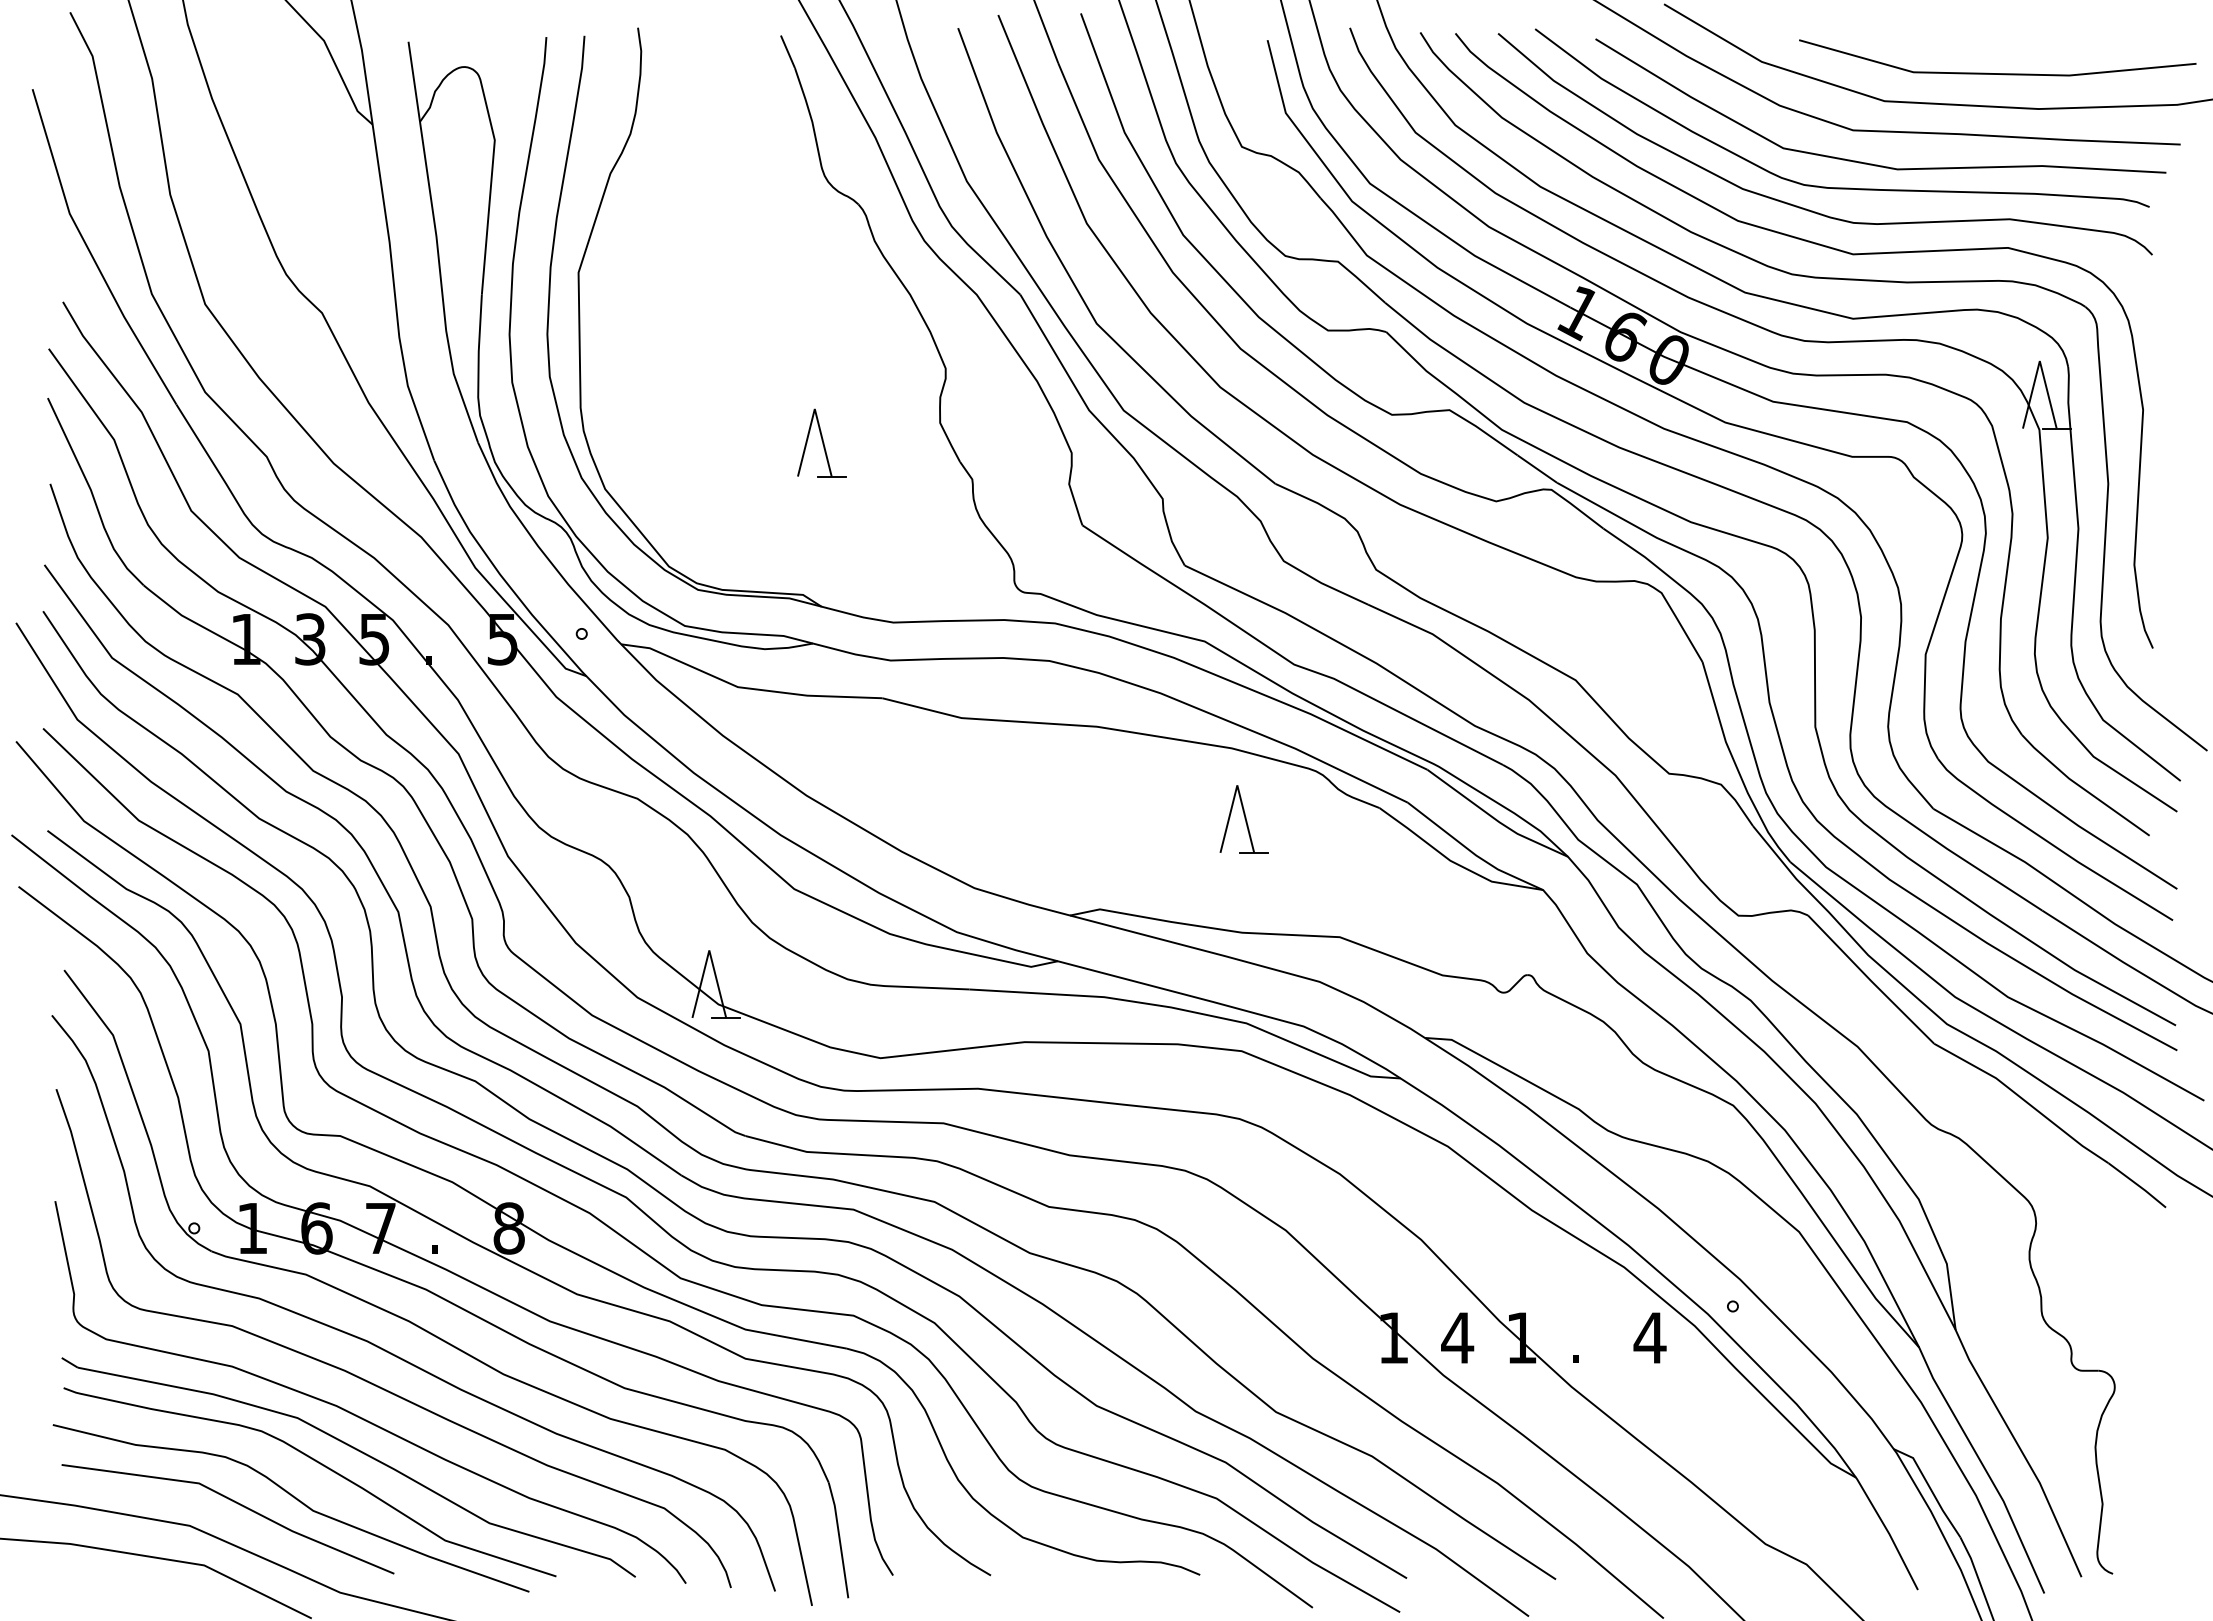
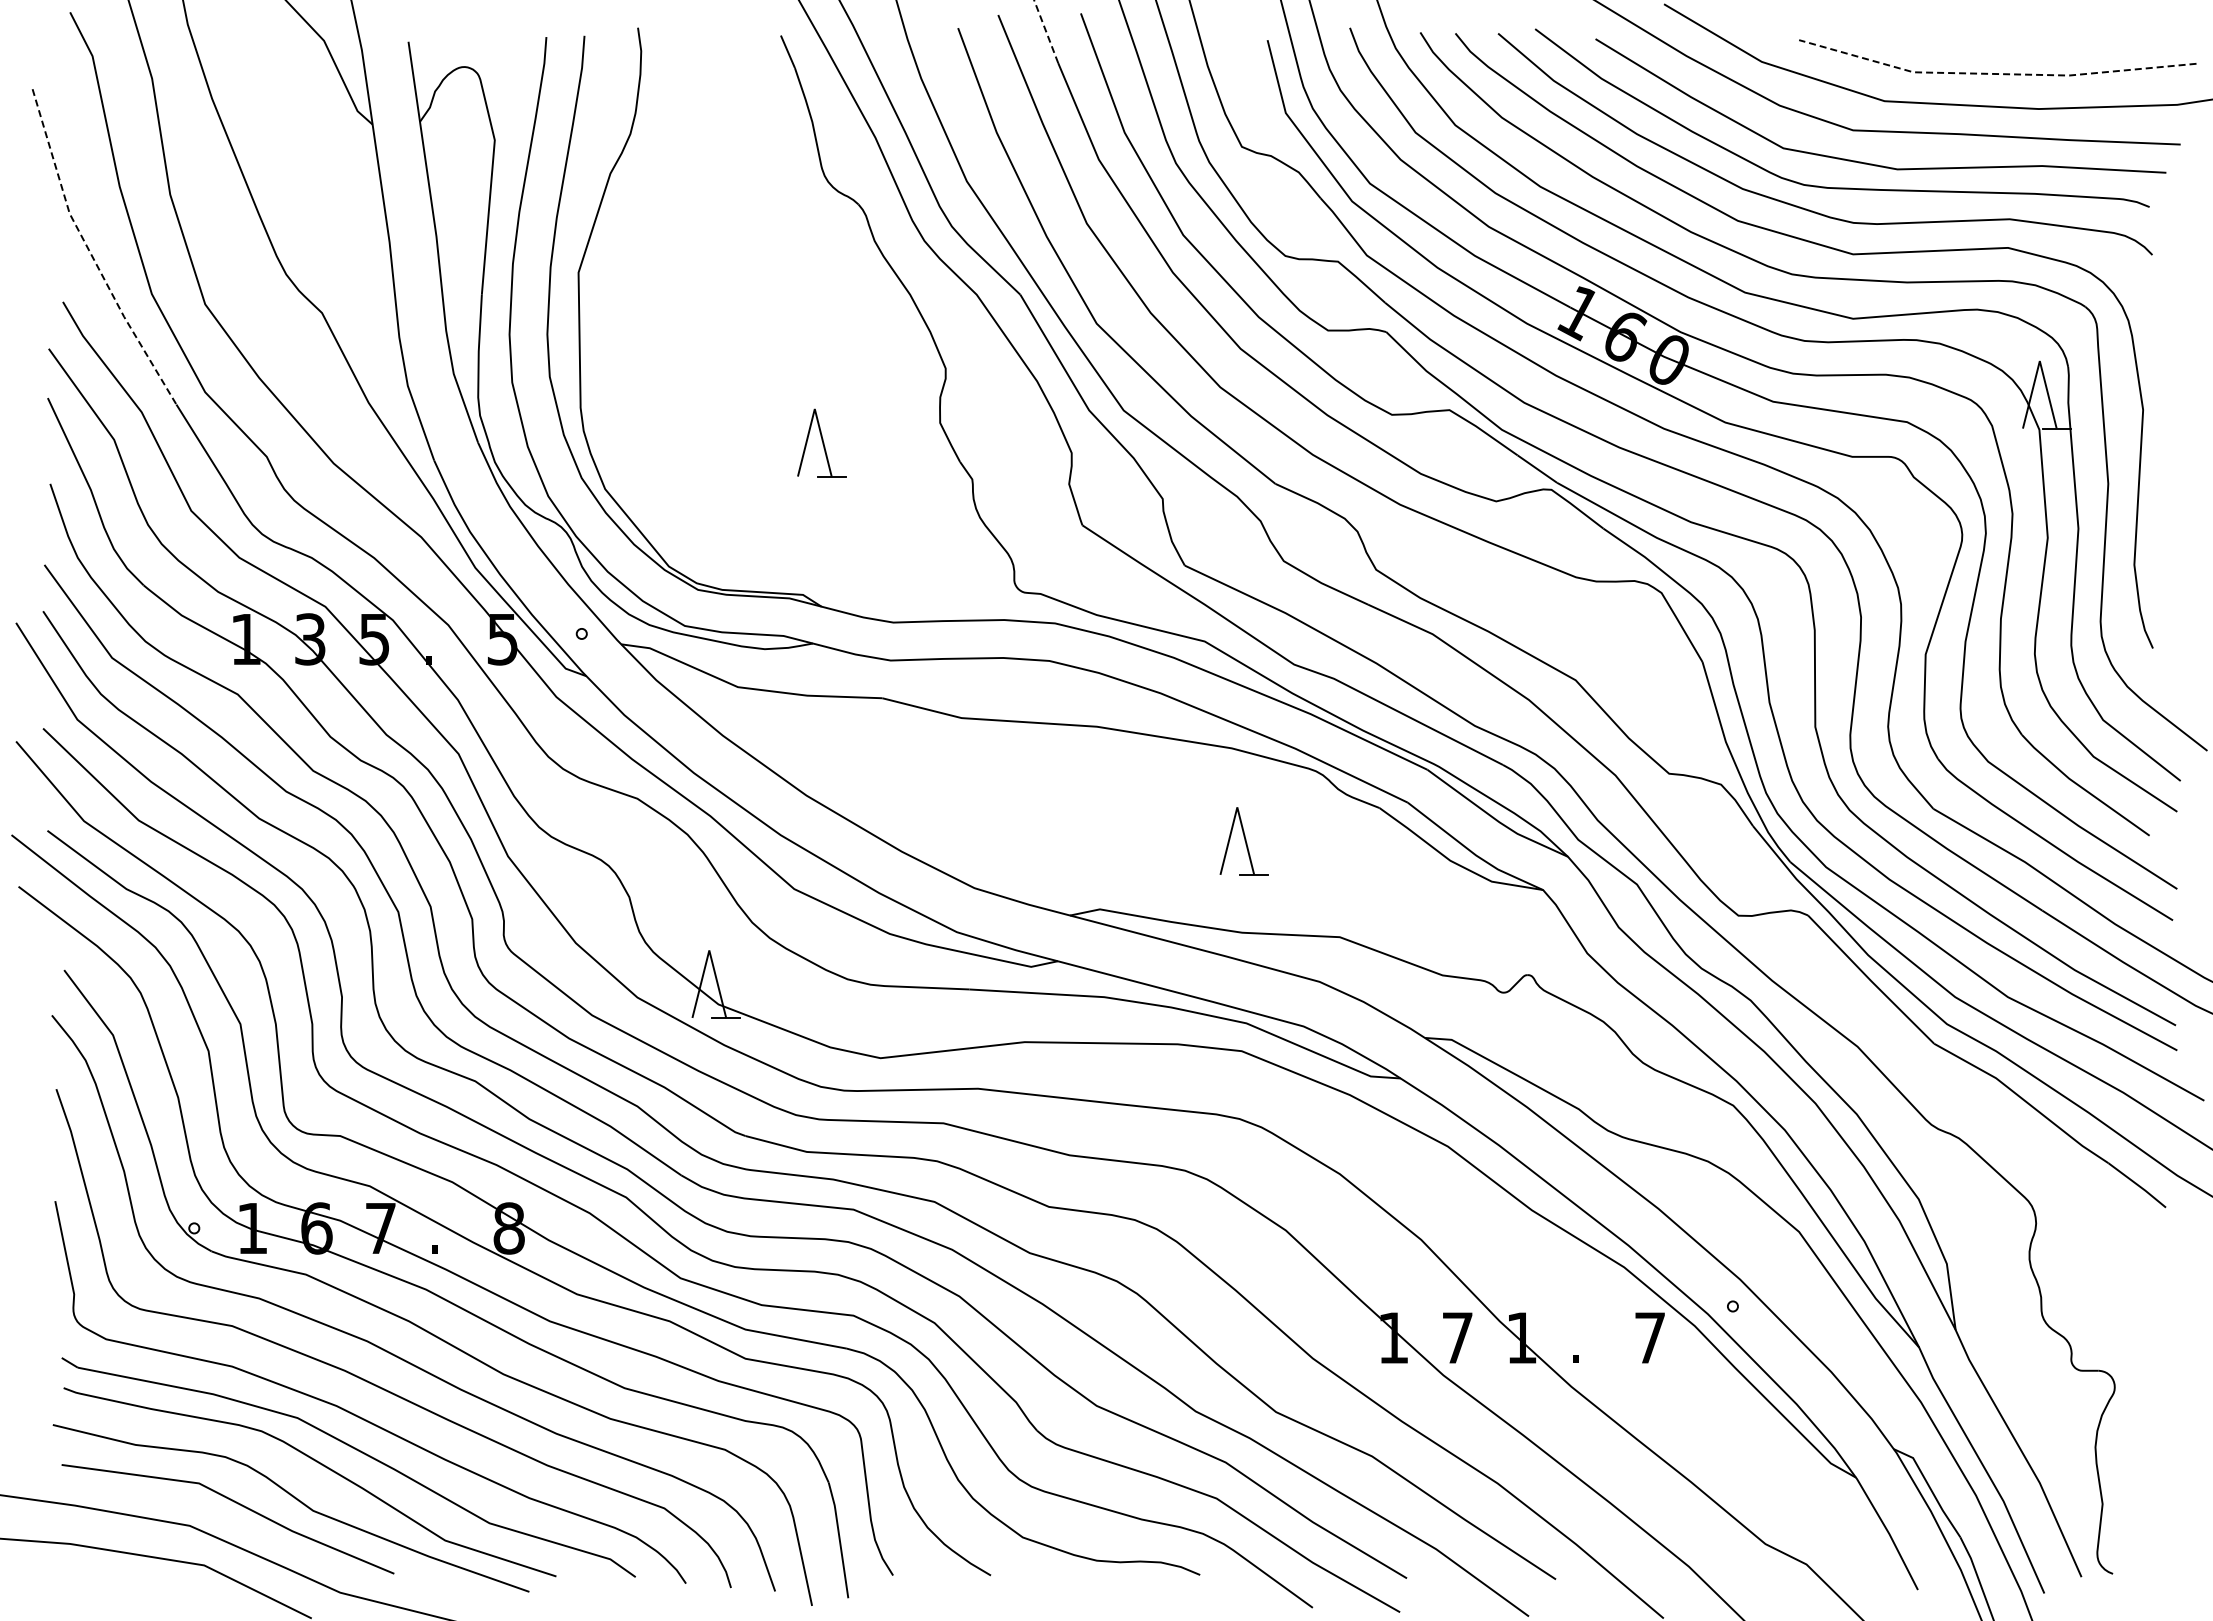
line at (1046, 31): solid -> dashed
line at (1995, 74): solid -> dashed
line at (90, 253): solid -> dashed
part at (1243, 819) position: (1243, 819) -> (1243, 841)
text at (1457, 1337): 4 -> 7
text at (1649, 1337): 4 -> 7
